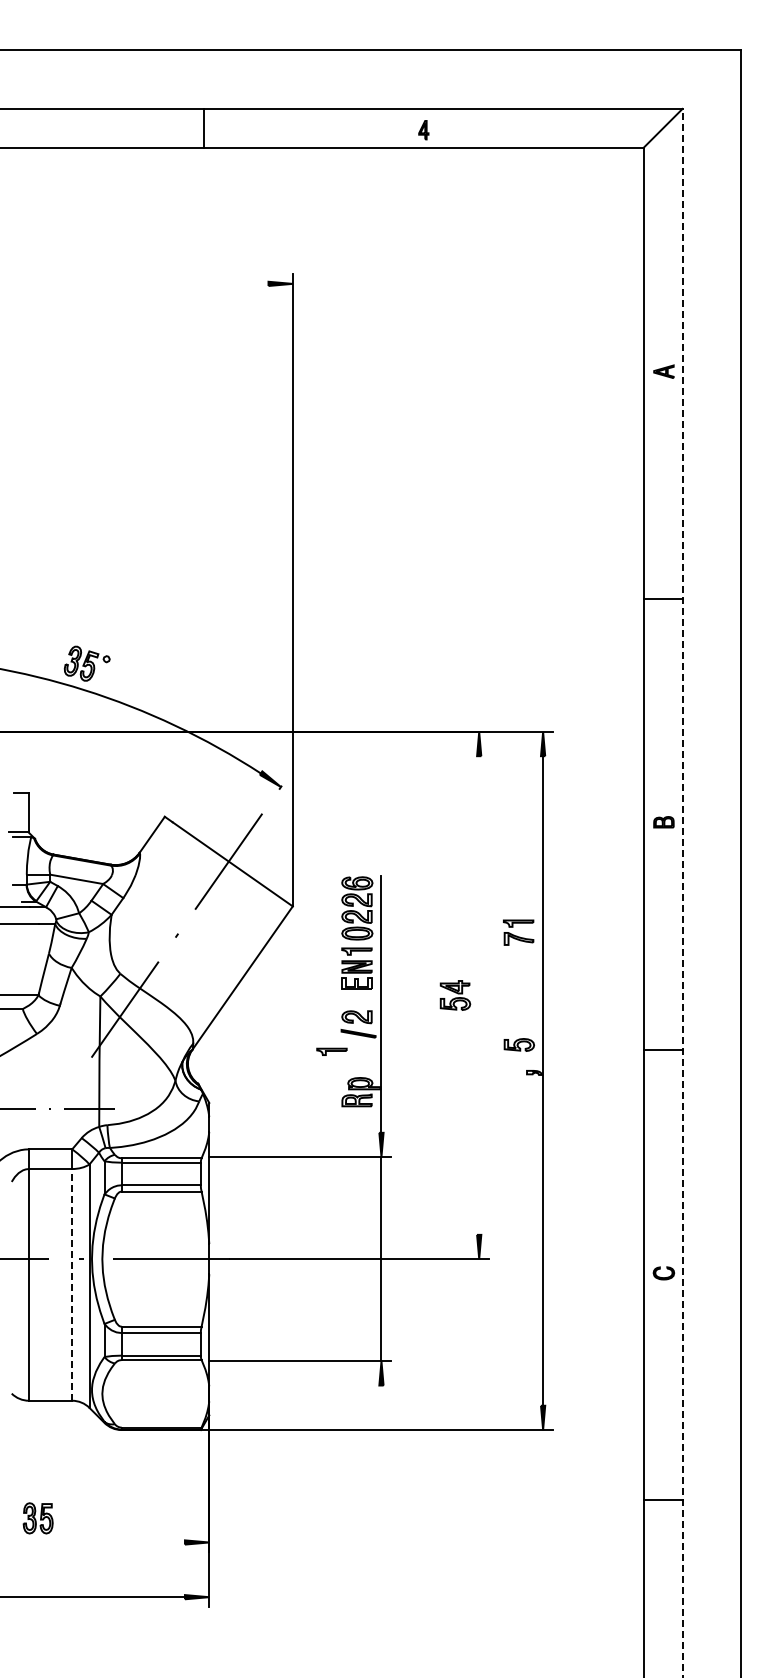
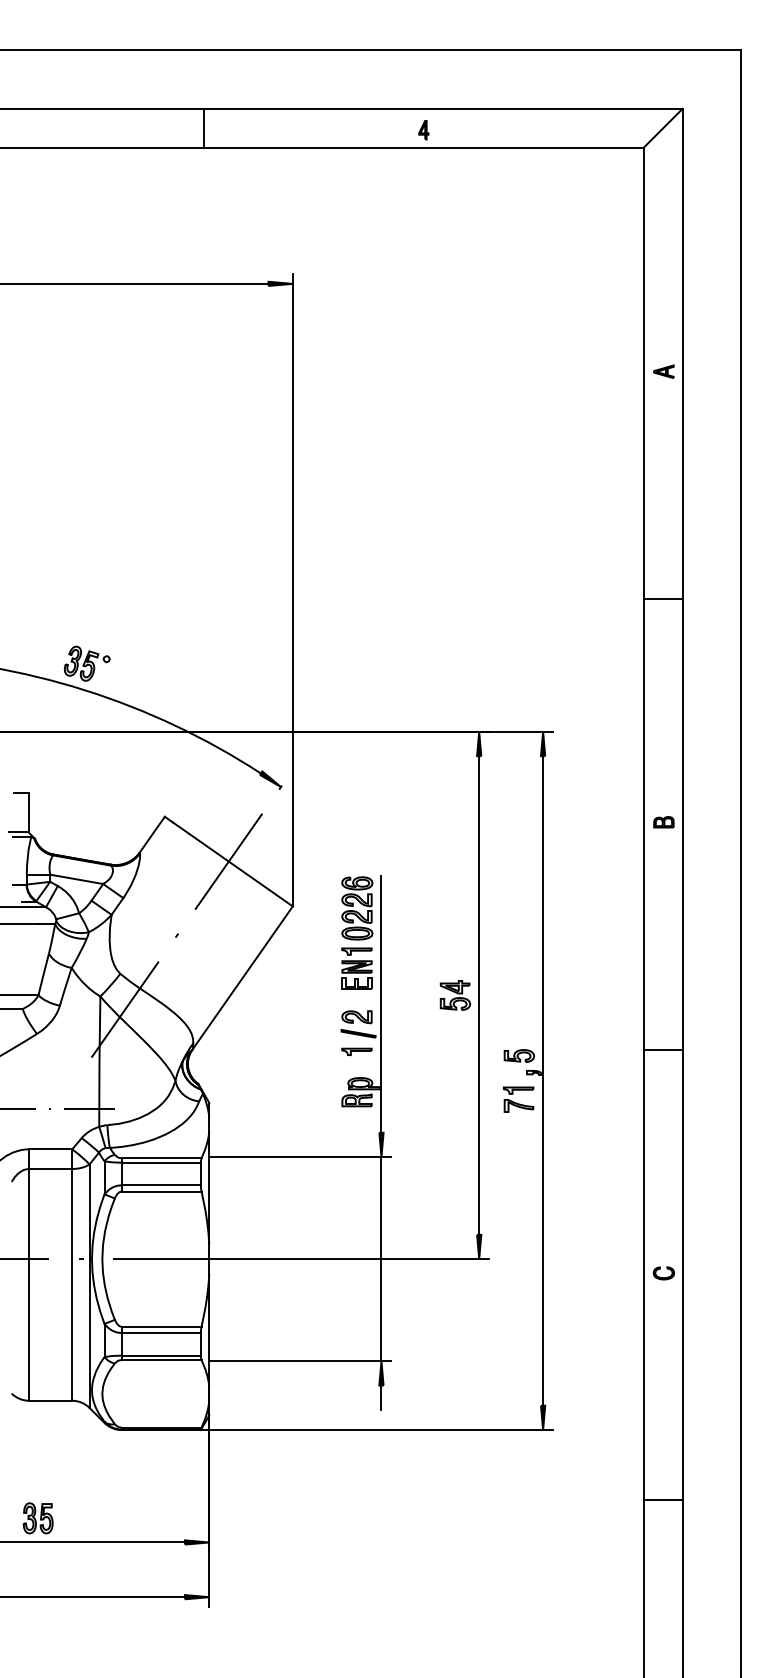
line at (135, 283): none -> present
line at (682, 892): dashed -> solid
part at (518, 932) position: (518, 932) -> (518, 1099)
line at (479, 995): none -> present
part at (518, 1044) position: (518, 1044) -> (518, 1055)
part at (331, 1051) position: (331, 1051) -> (356, 1051)
line at (72, 1284): dashed -> solid
line at (381, 1397): none -> present
line at (93, 1542): none -> present
